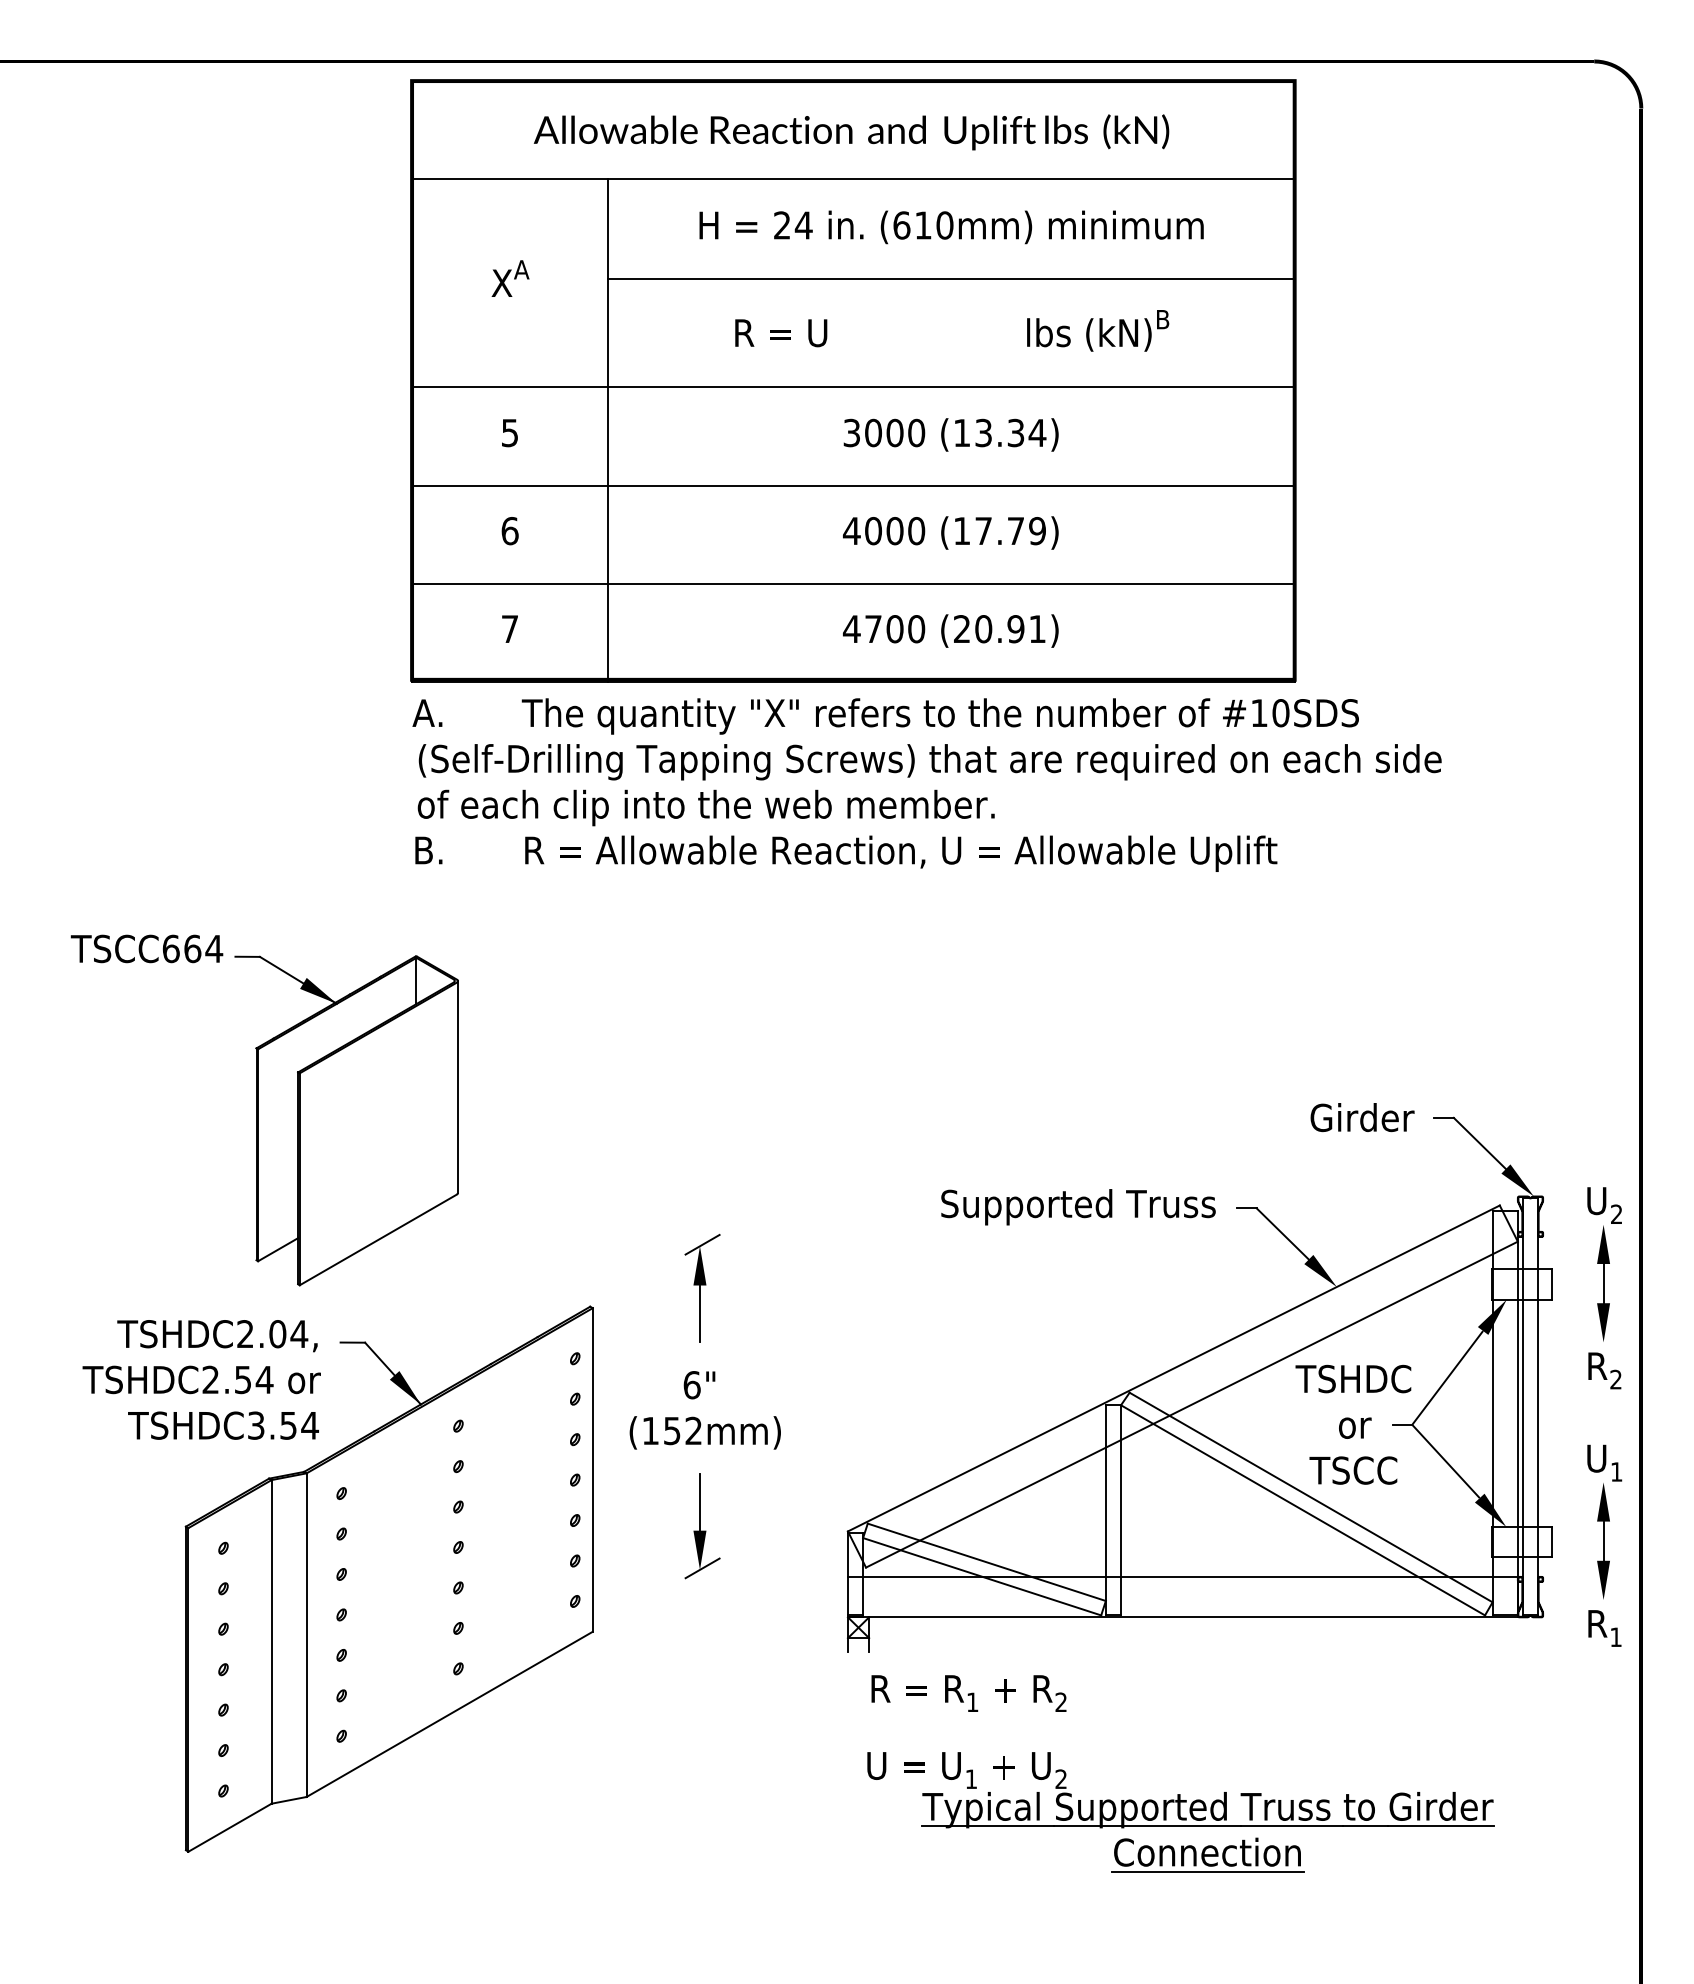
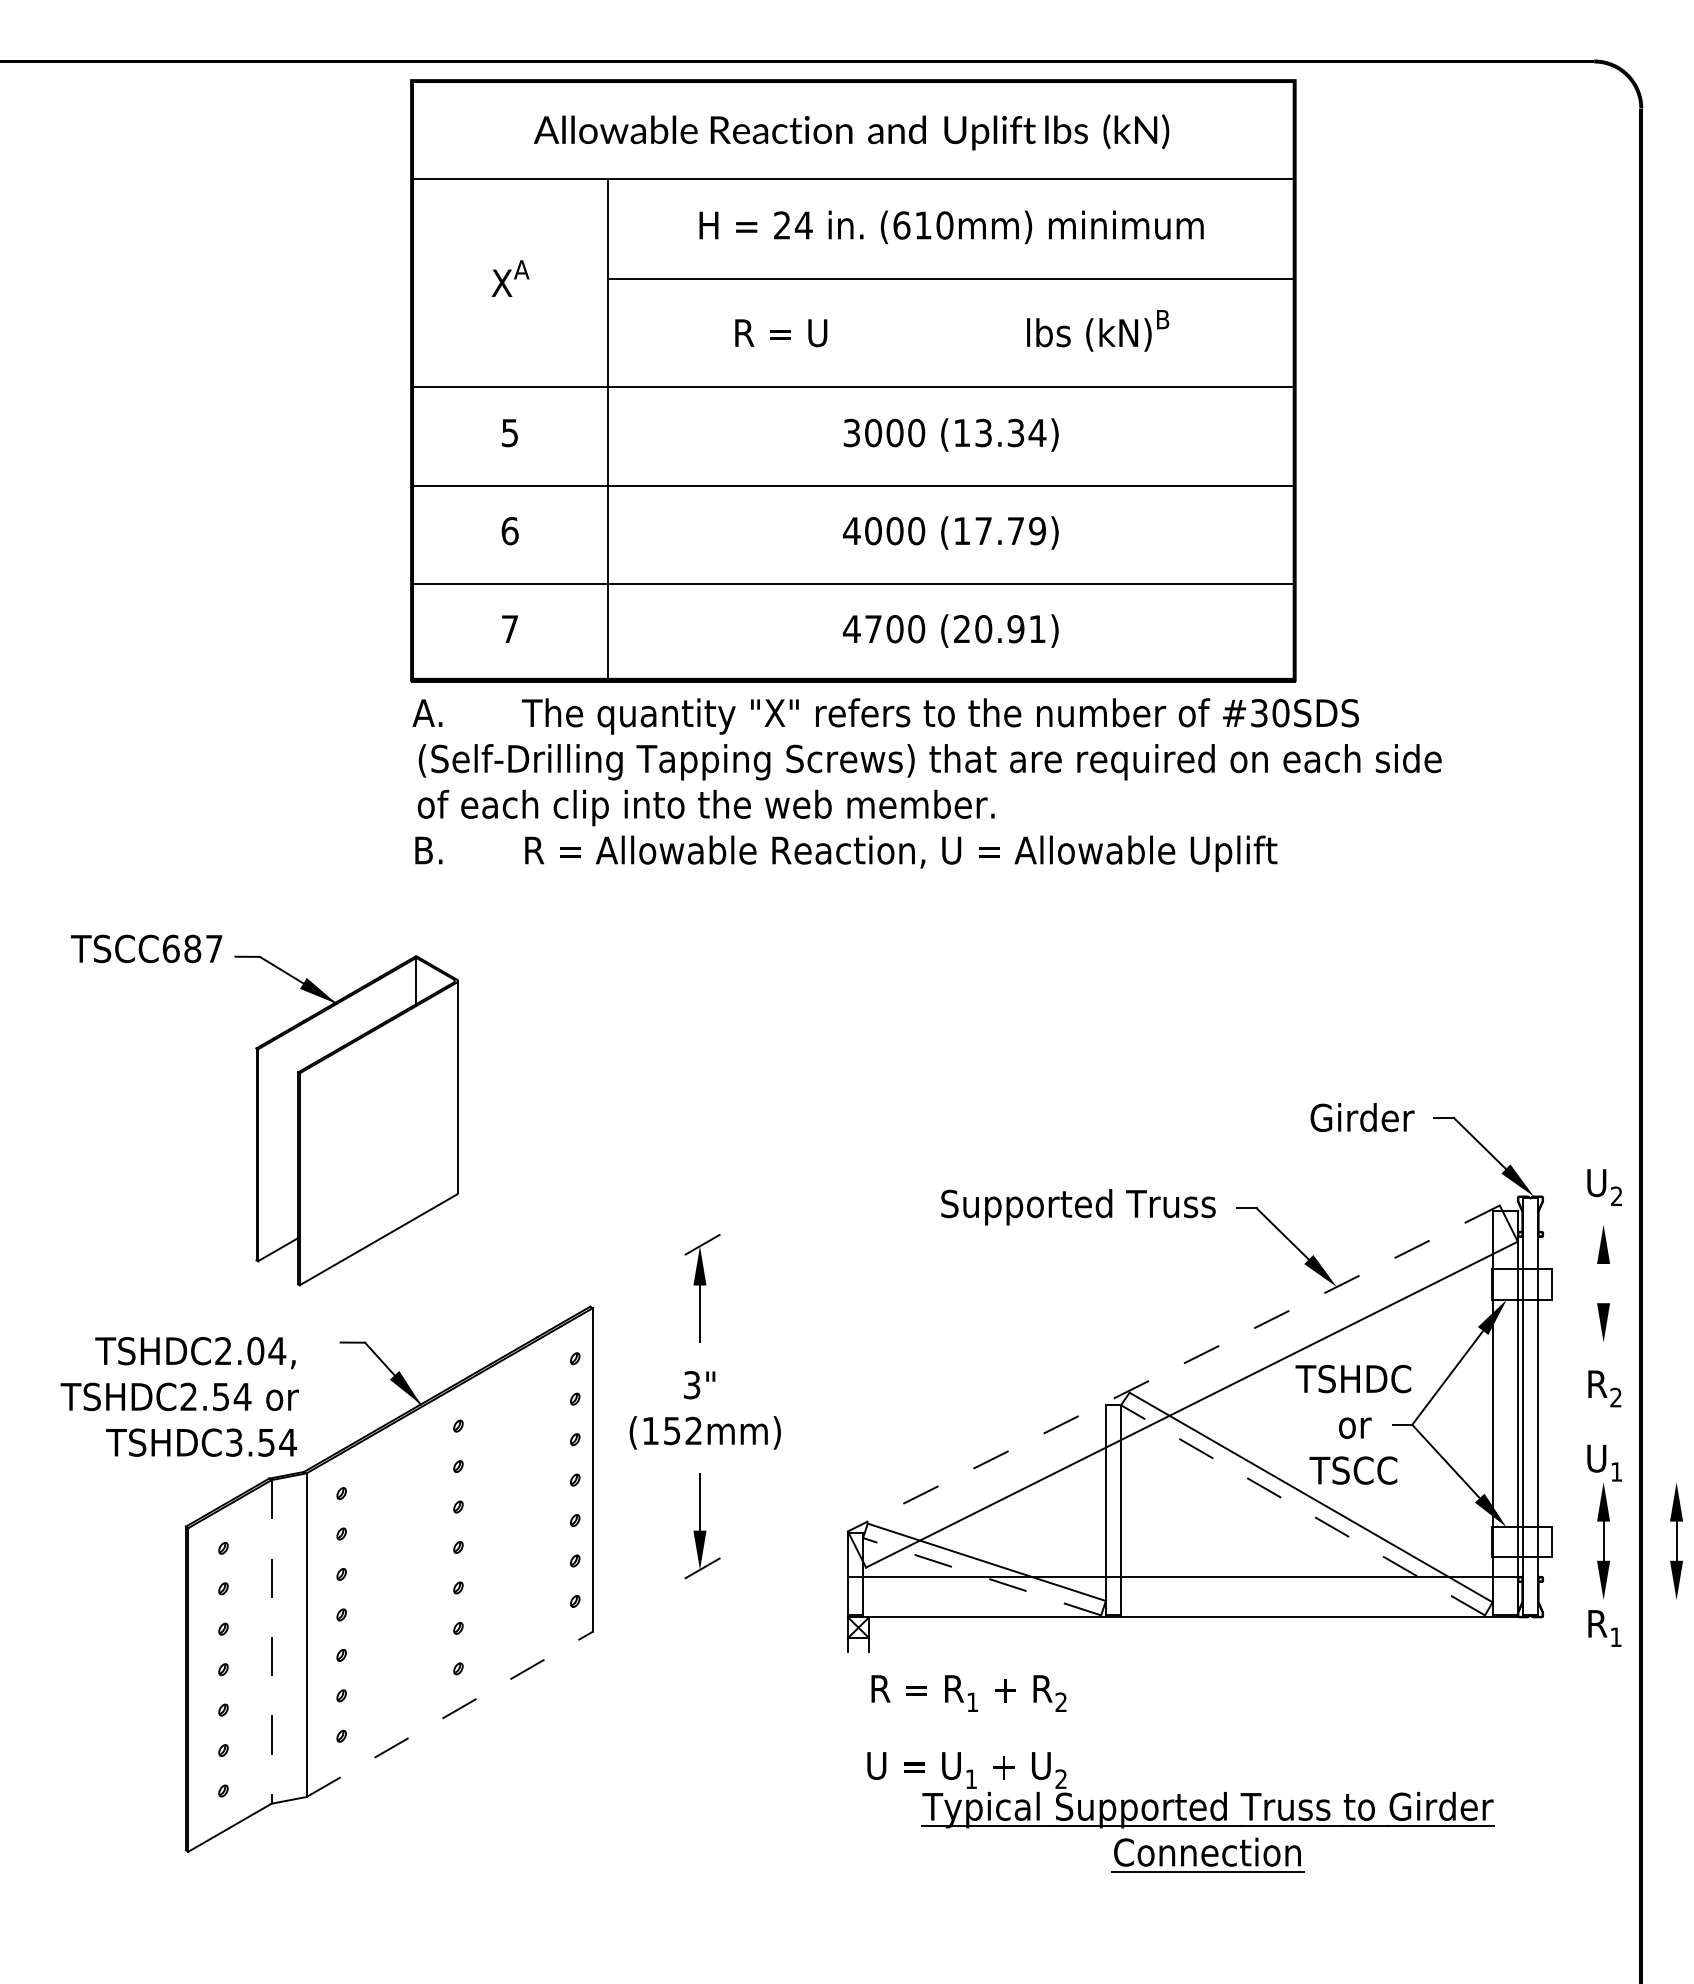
text at (1259, 713): #10SDS -> #30SDS
text at (203, 948): TSCC664 -> TSCC687
text at (1604, 1205) position: (1604, 1205) -> (1604, 1187)
line at (1603, 1283): present -> none
line at (1173, 1368): solid -> dashed
text at (1604, 1370) position: (1604, 1370) -> (1604, 1388)
text at (201, 1379) position: (201, 1379) -> (179, 1396)
text at (691, 1385): 6" -> 3"
line at (1302, 1510): solid -> dashed
part at (1676, 1541): none -> present
line at (981, 1576): solid -> dashed
line at (271, 1641): solid -> dashed
line at (450, 1714): solid -> dashed
